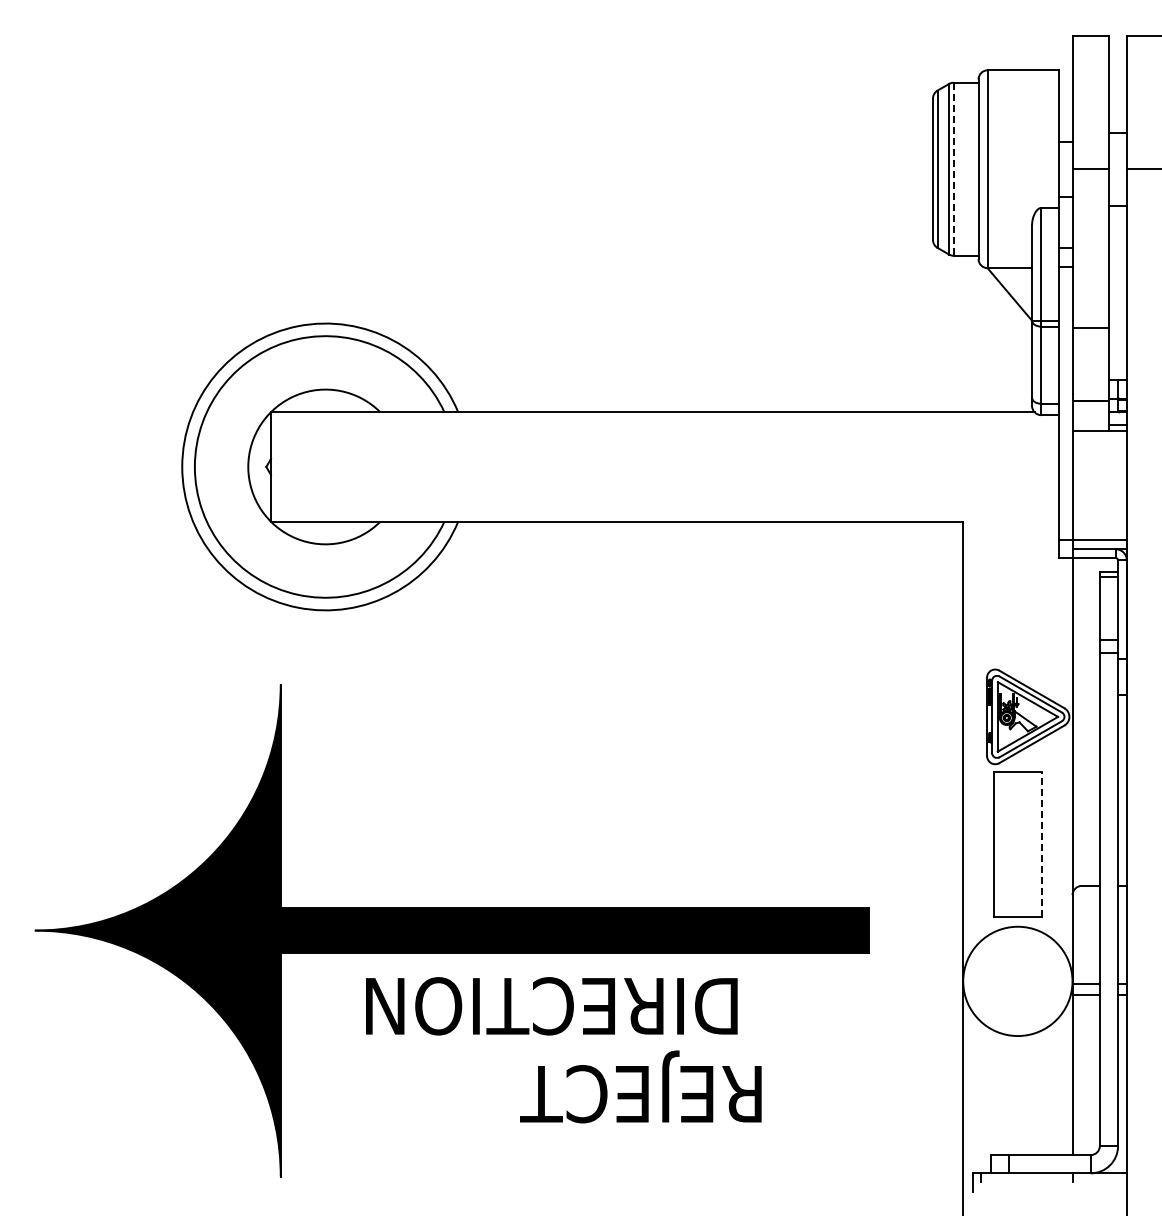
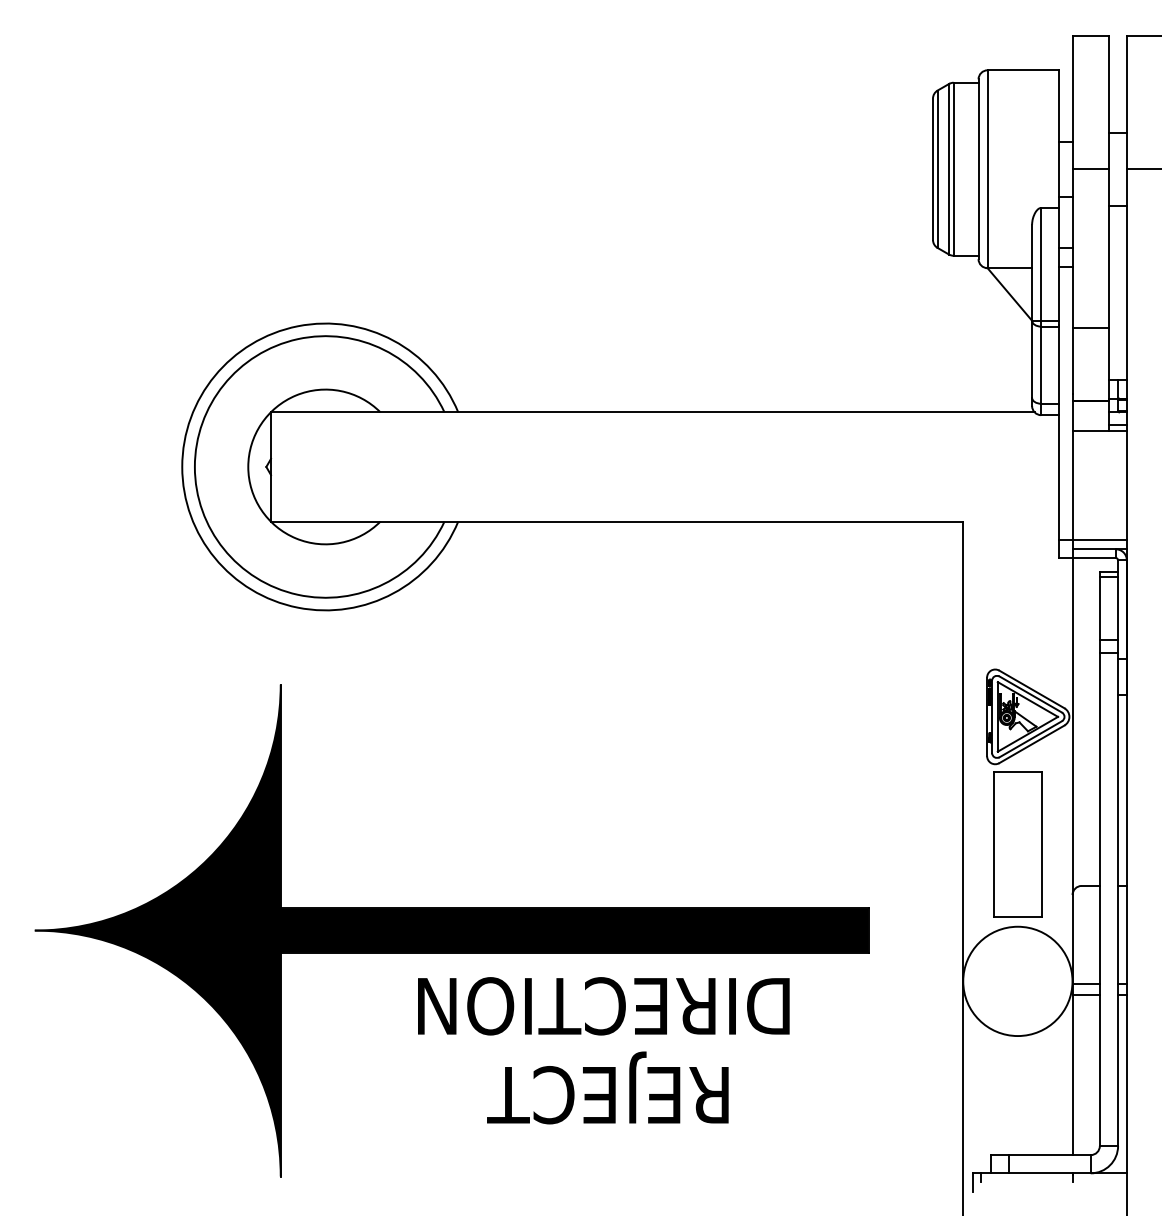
line at (953, 169): dashed -> solid
line at (1041, 844): dashed -> solid
text at (551, 1006) position: (551, 1006) -> (603, 1006)
text at (640, 1086) position: (640, 1086) -> (607, 1087)
